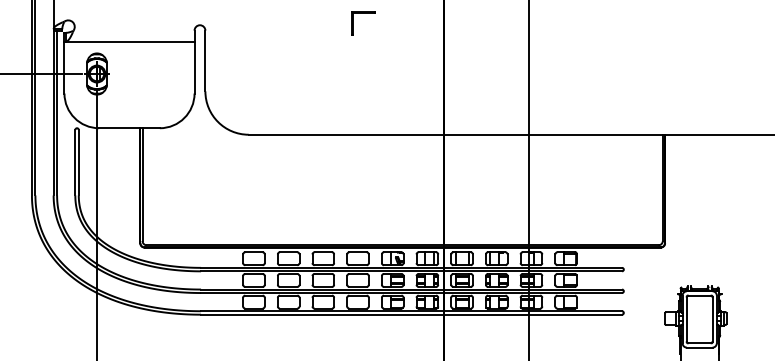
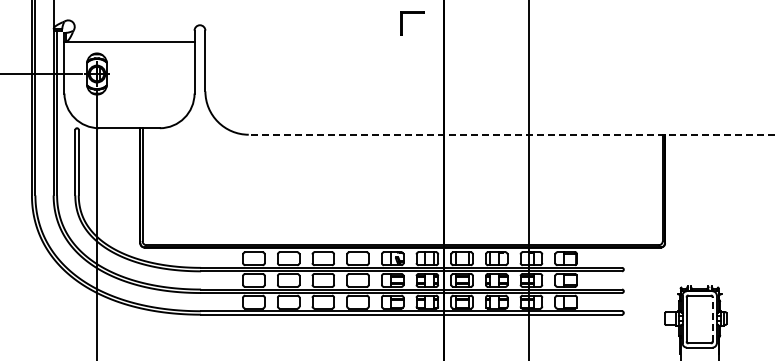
part at (363, 13) position: (363, 13) -> (412, 13)
line at (511, 134): solid -> dashed
line at (712, 319): solid -> dashed
